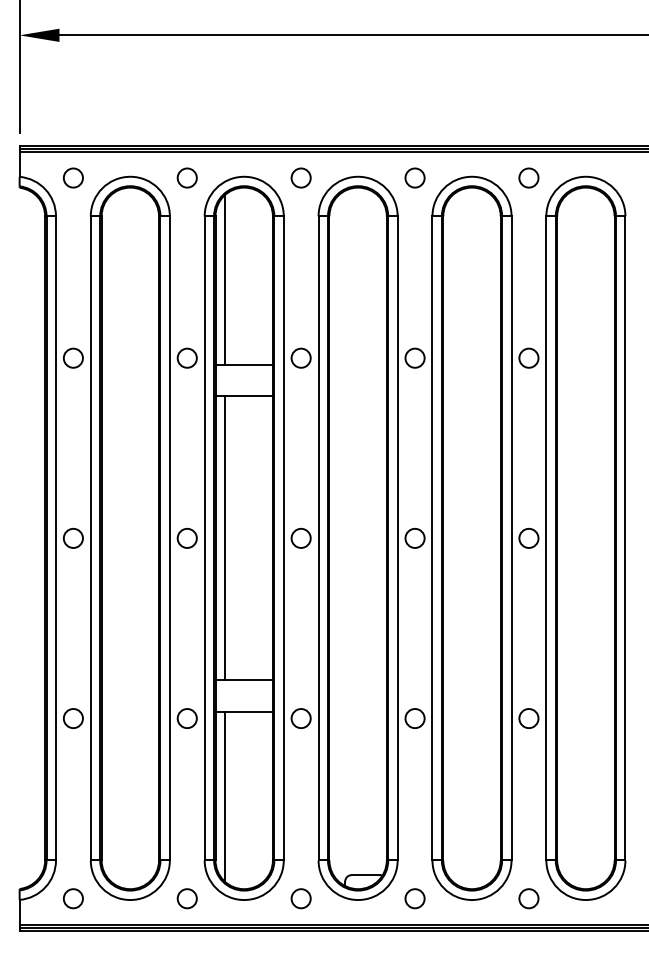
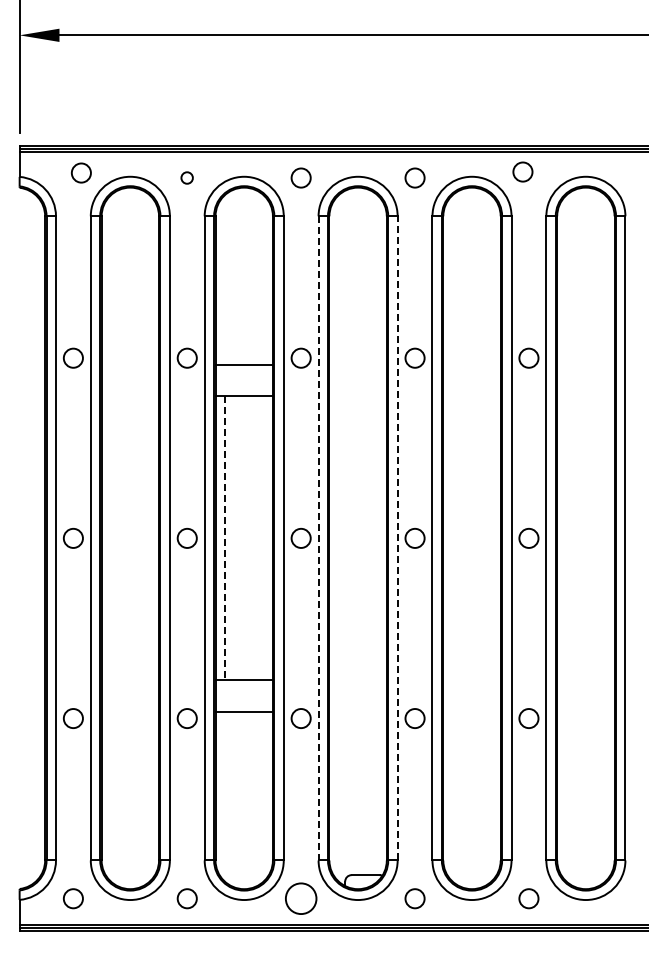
circle at (73, 177) position: (73, 177) -> (81, 172)
circle at (186, 177) size: 22x22 px -> 14x14 px
circle at (528, 177) position: (528, 177) -> (522, 171)
line at (225, 279): present -> none
line at (397, 537): solid -> dashed
line at (225, 538): solid -> dashed
line at (318, 538): solid -> dashed
line at (225, 796): present -> none
circle at (300, 898) diameter: 19 px -> 31 px
